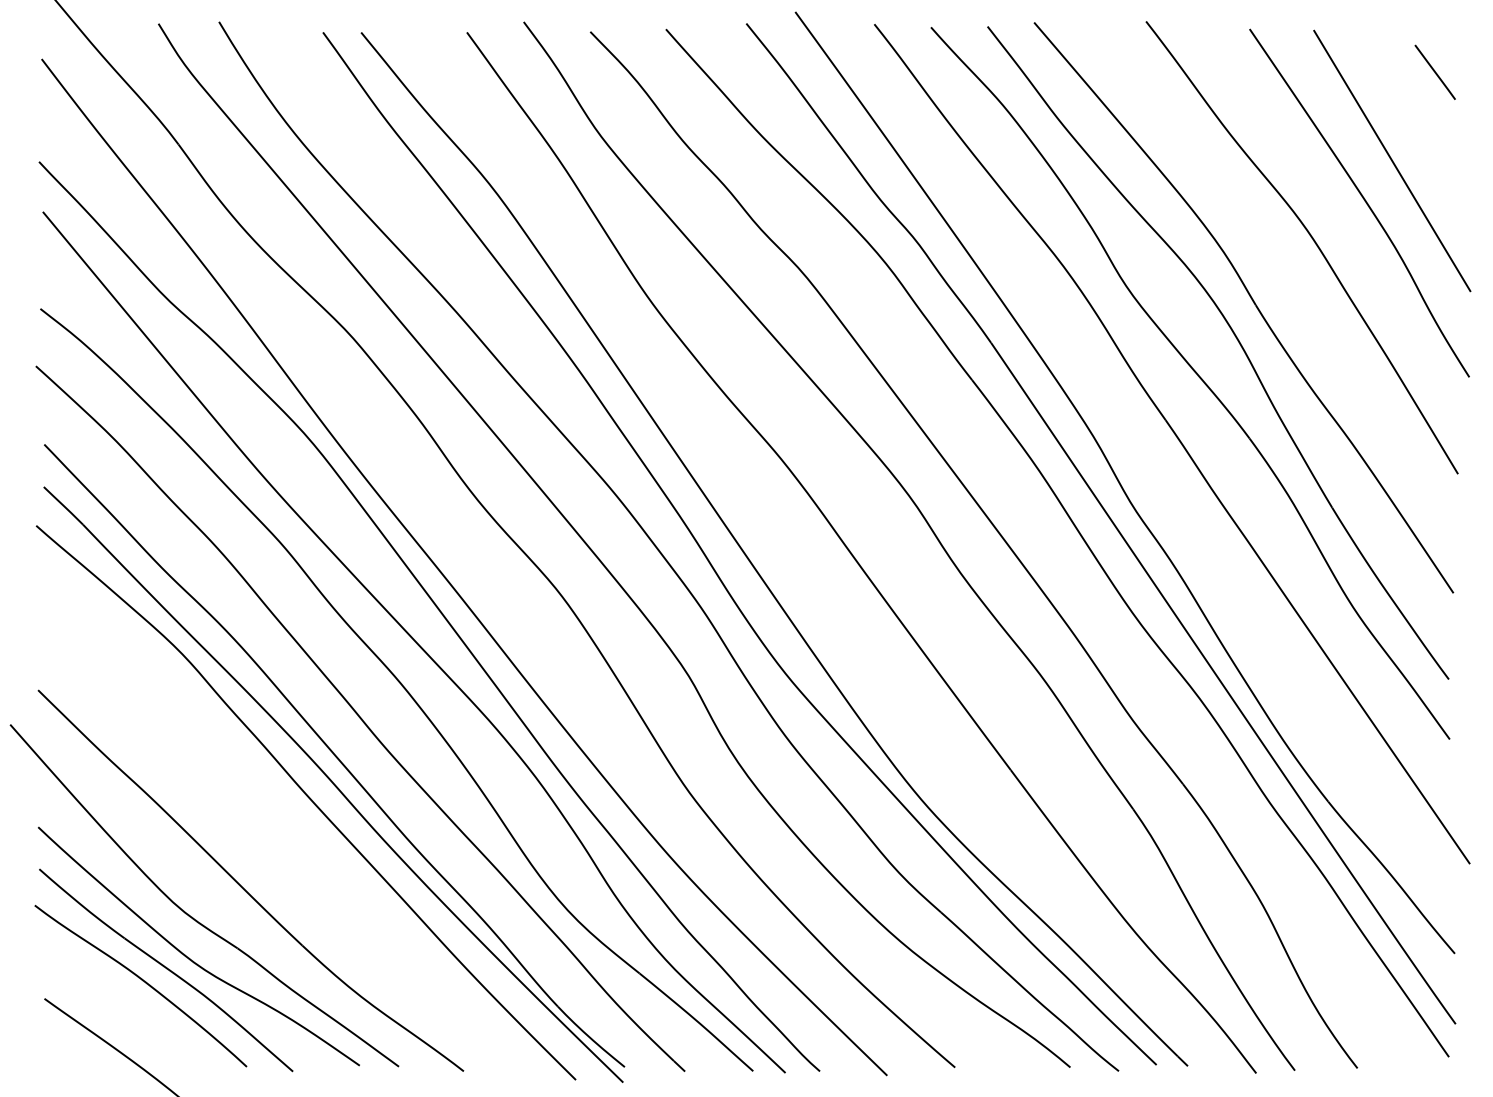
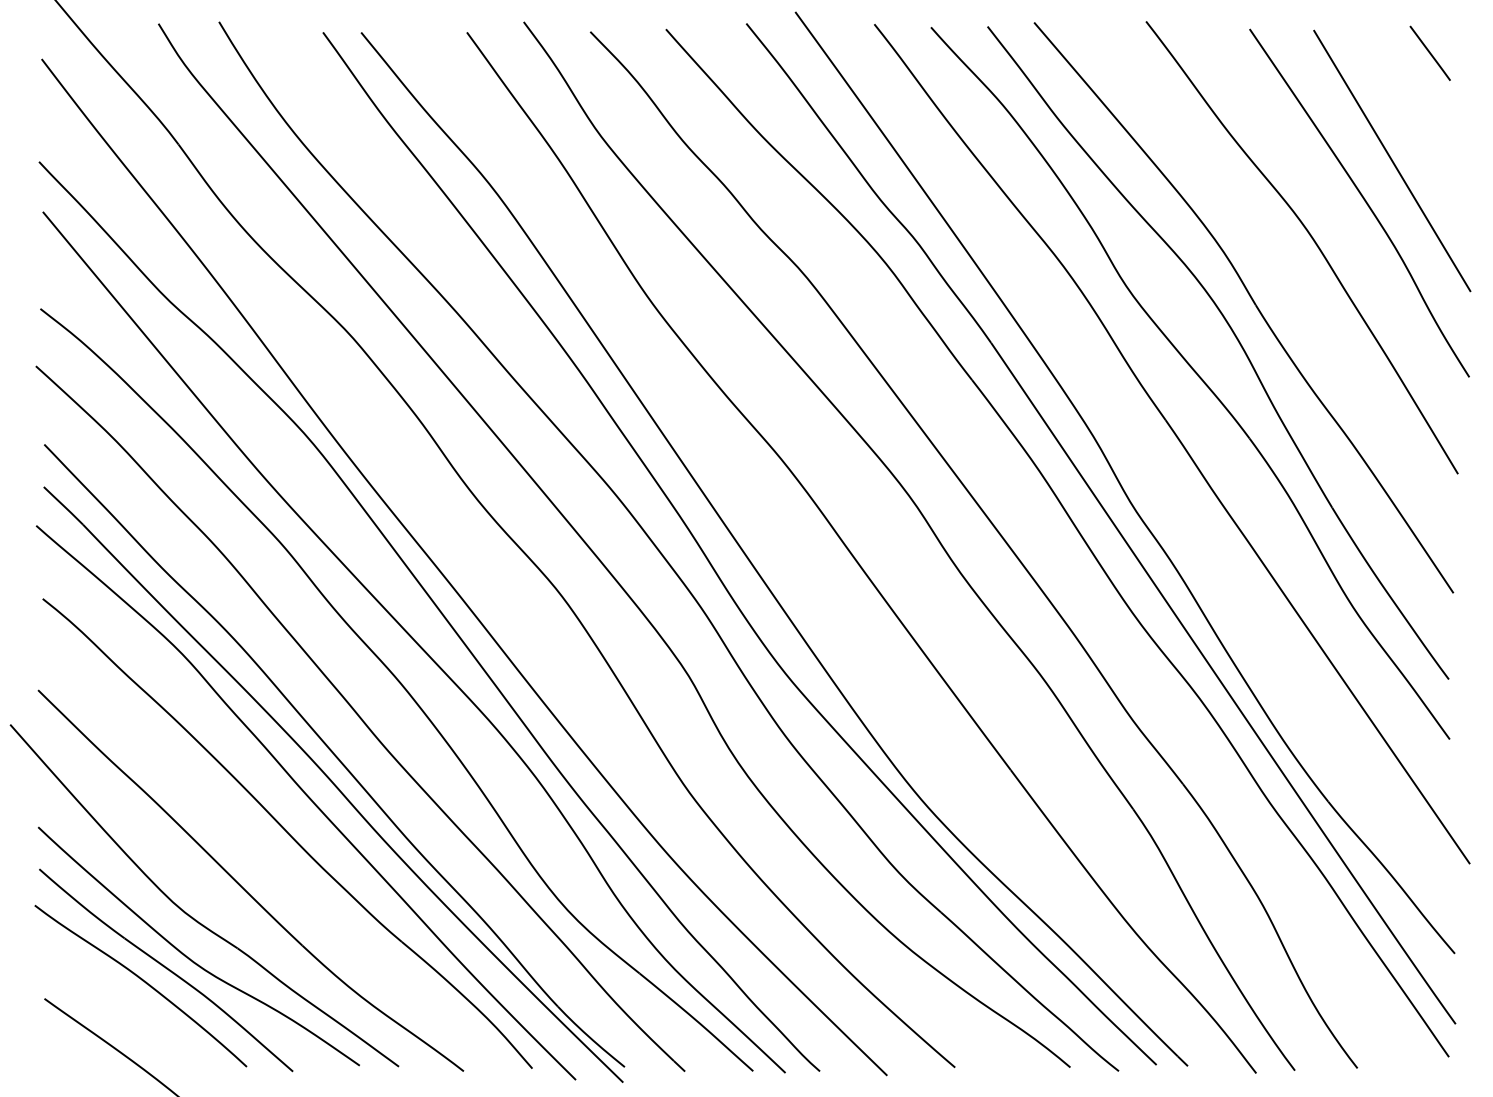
line at (1434, 71) position: (1434, 71) -> (1429, 52)
part at (287, 833): none -> present
